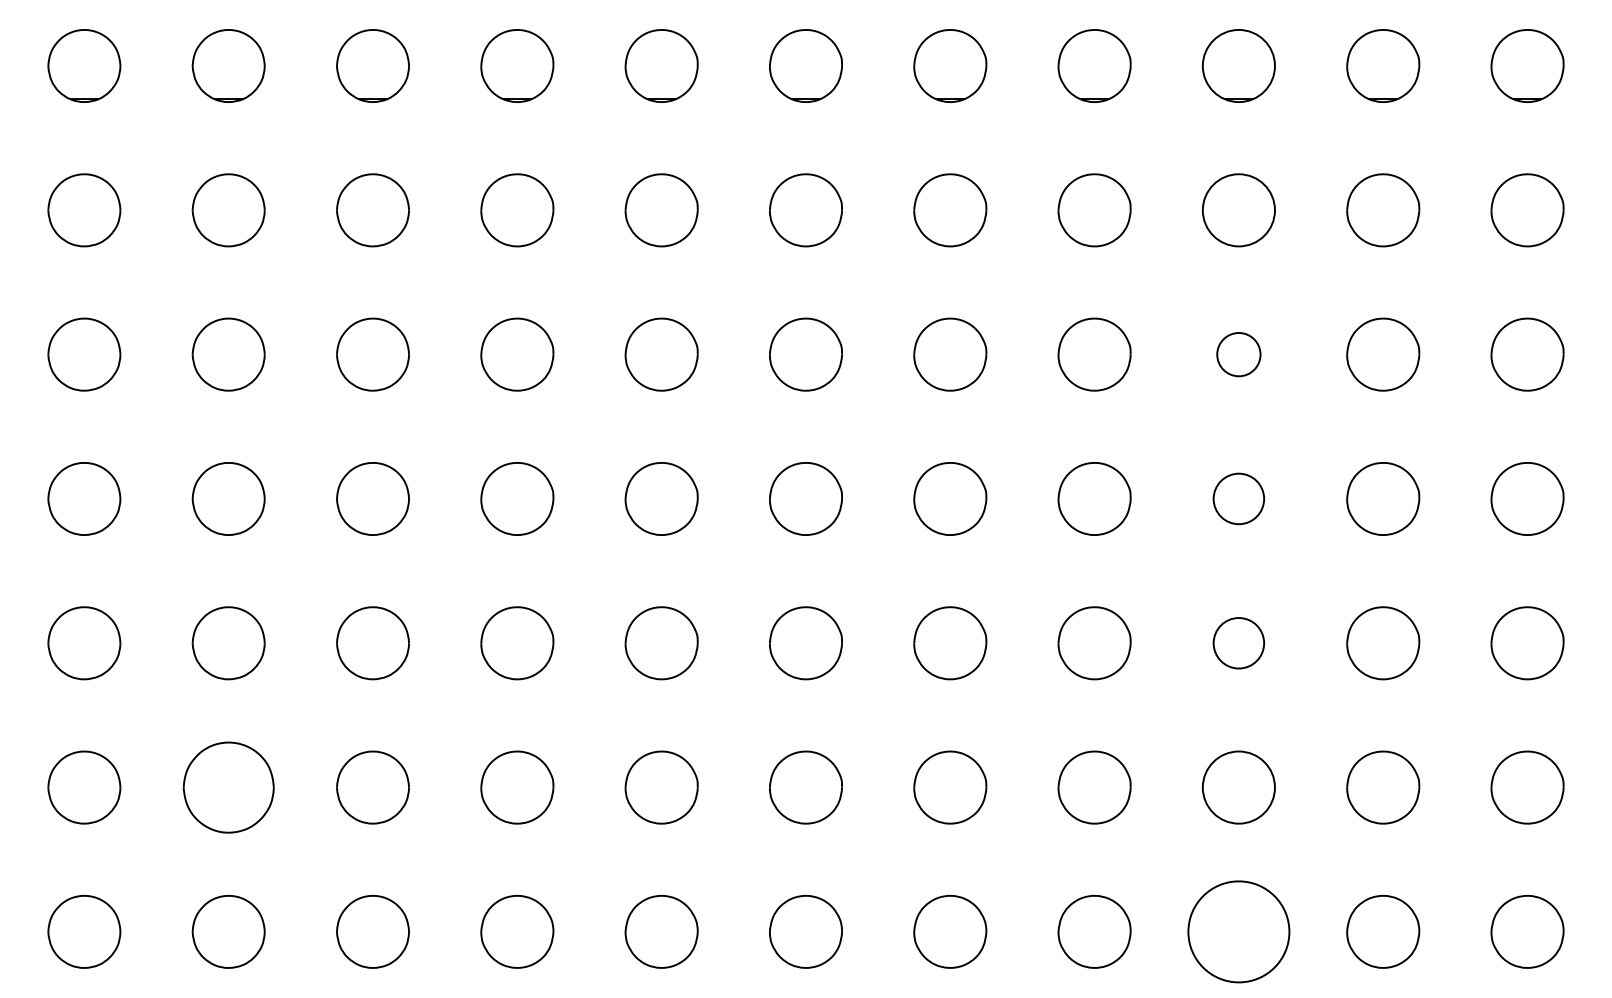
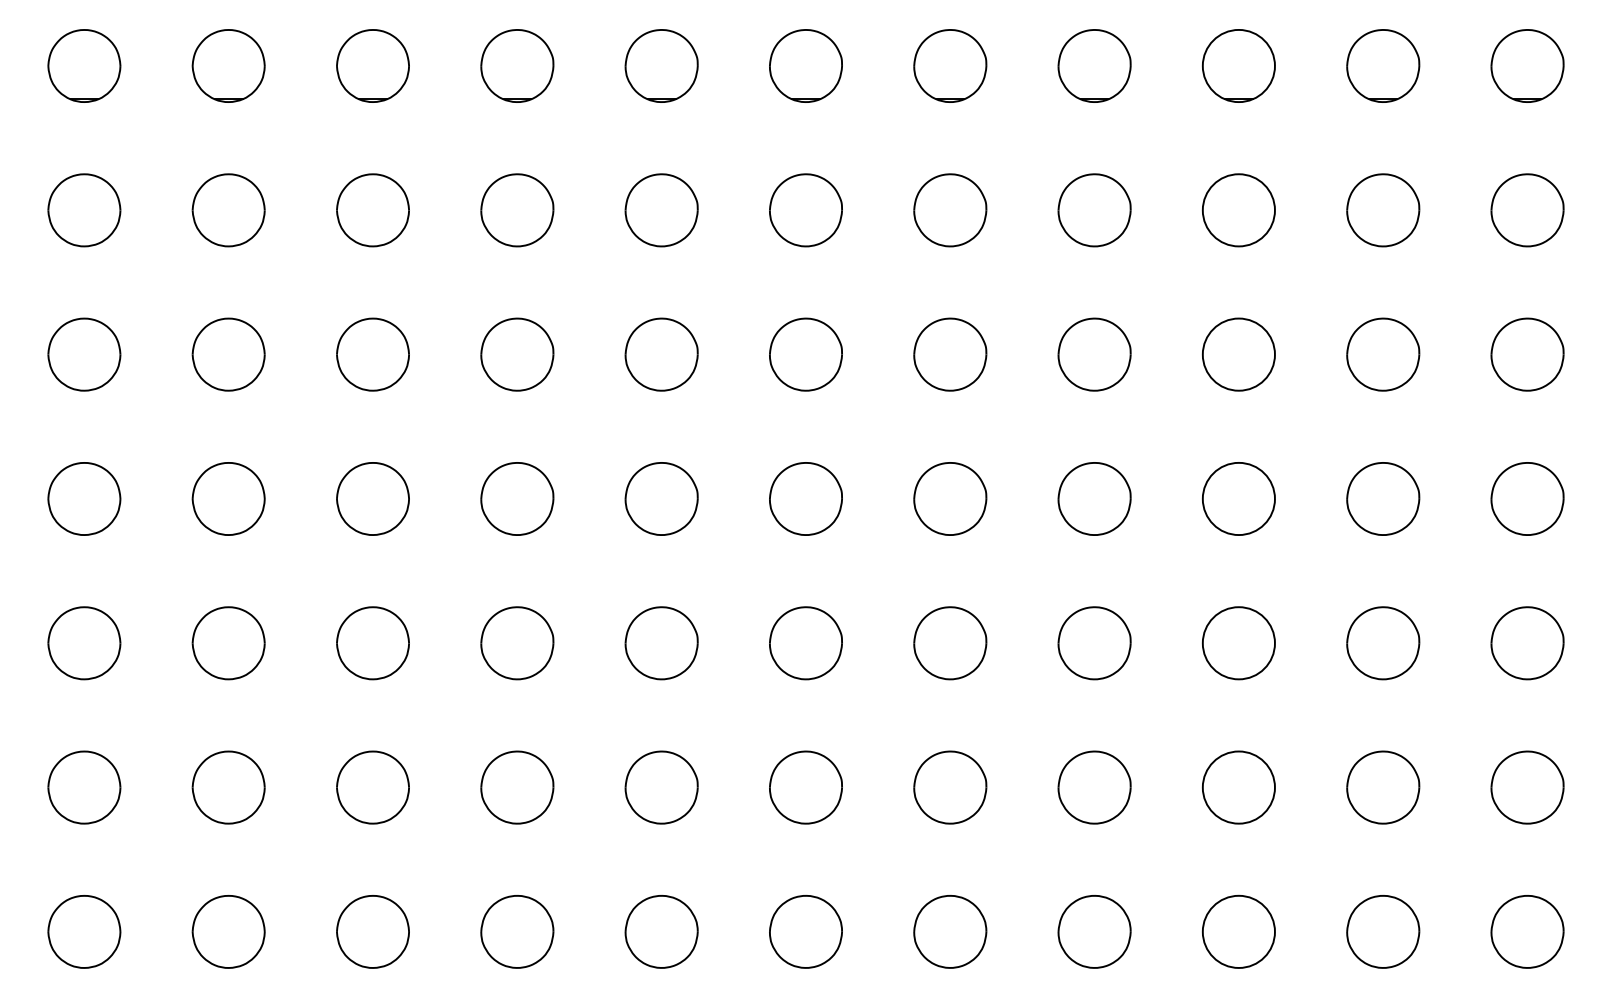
circle at (1238, 354) diameter: 43 px -> 72 px
circle at (1238, 498) diameter: 51 px -> 72 px
circle at (1238, 643) diameter: 51 px -> 72 px
part at (228, 787) size: 93x93 px -> 75x75 px
circle at (1238, 931) diameter: 101 px -> 72 px
